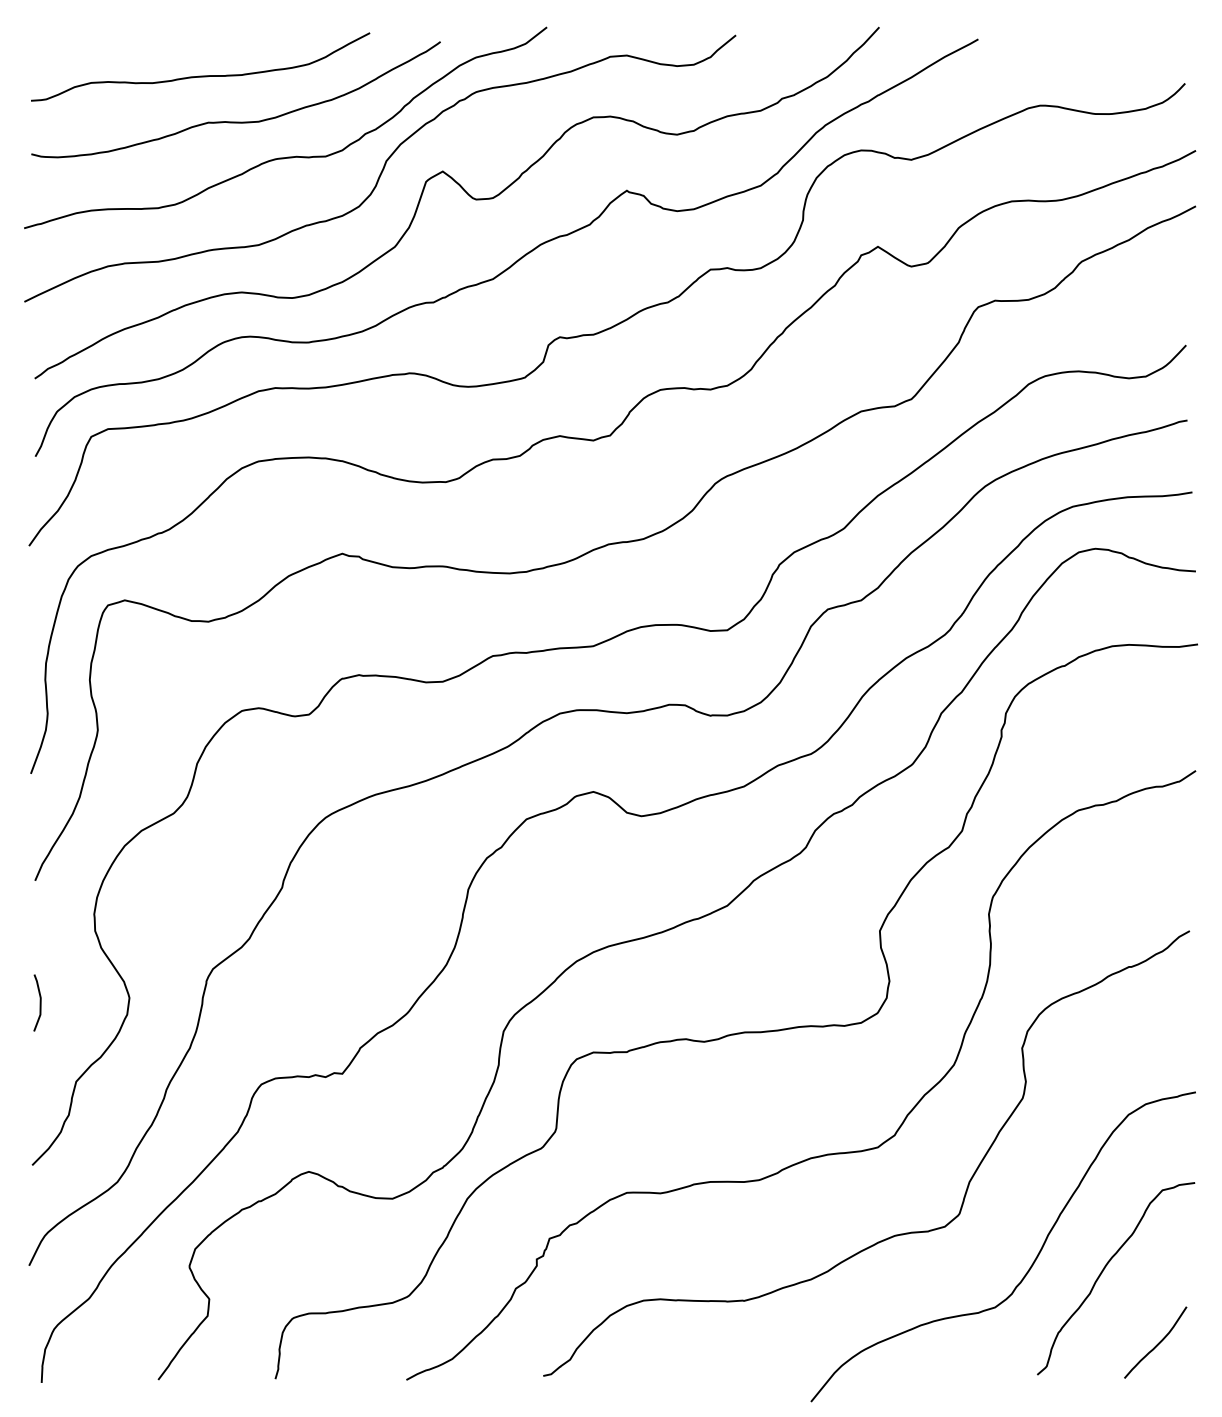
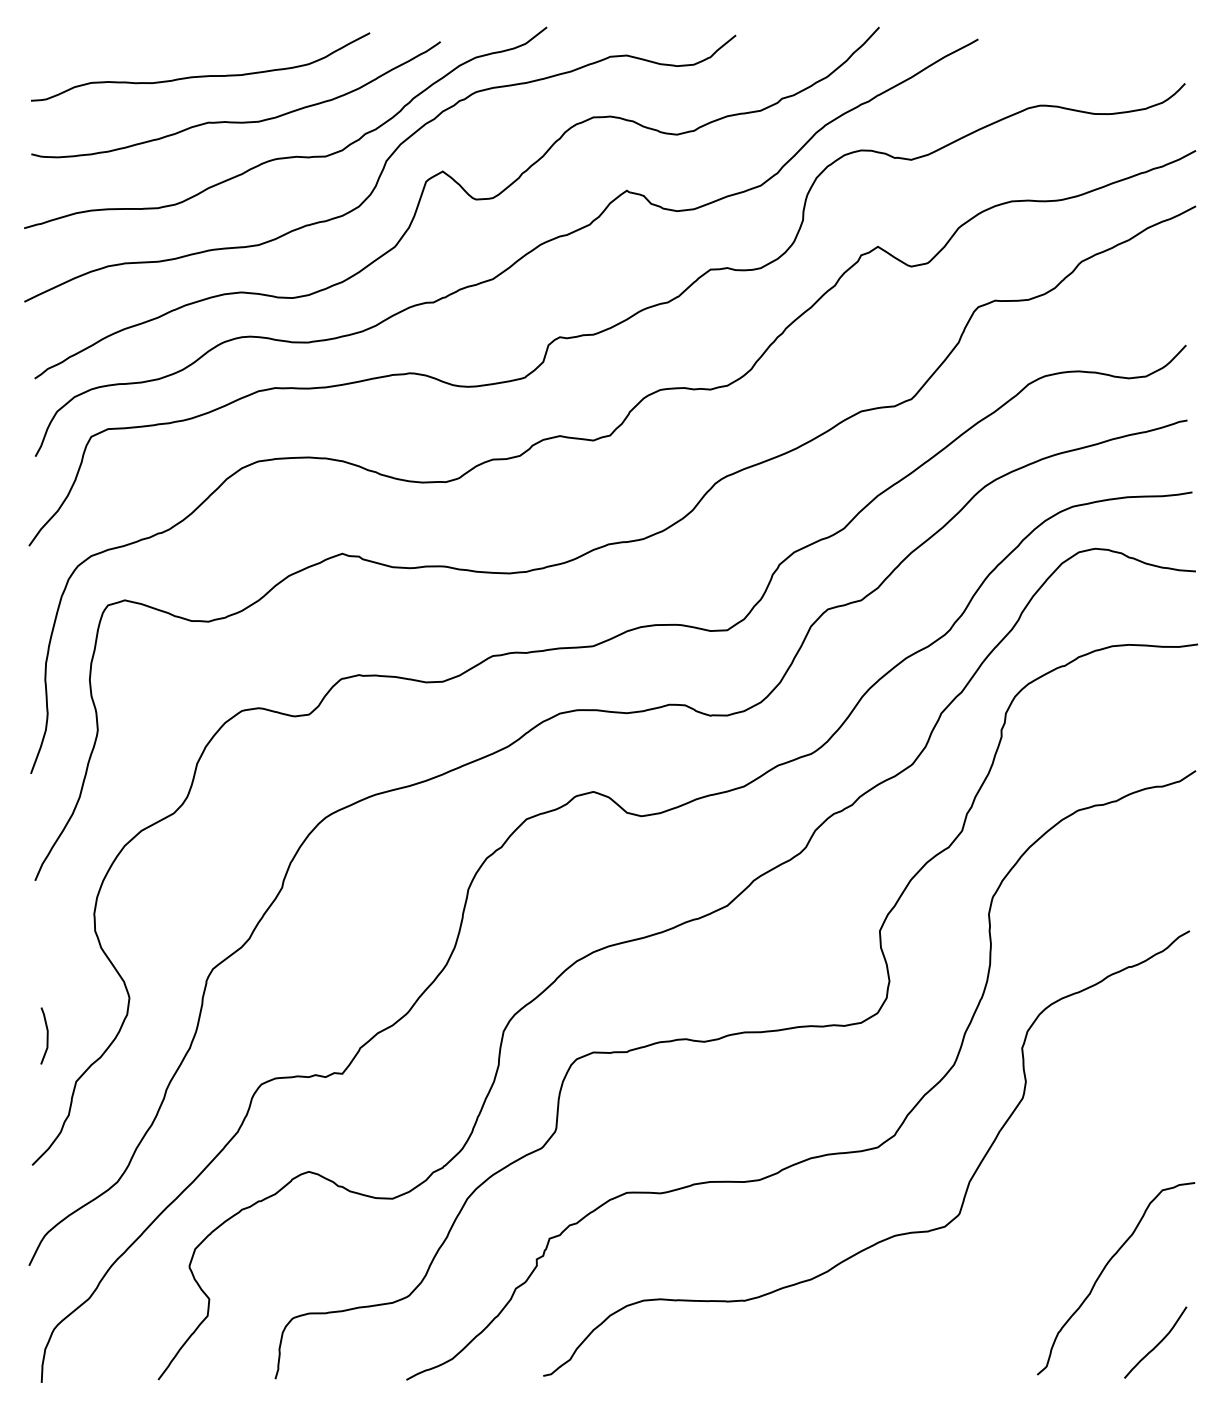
line at (39, 1002) position: (39, 1002) -> (46, 1035)
curve at (1032, 1262): present -> none
